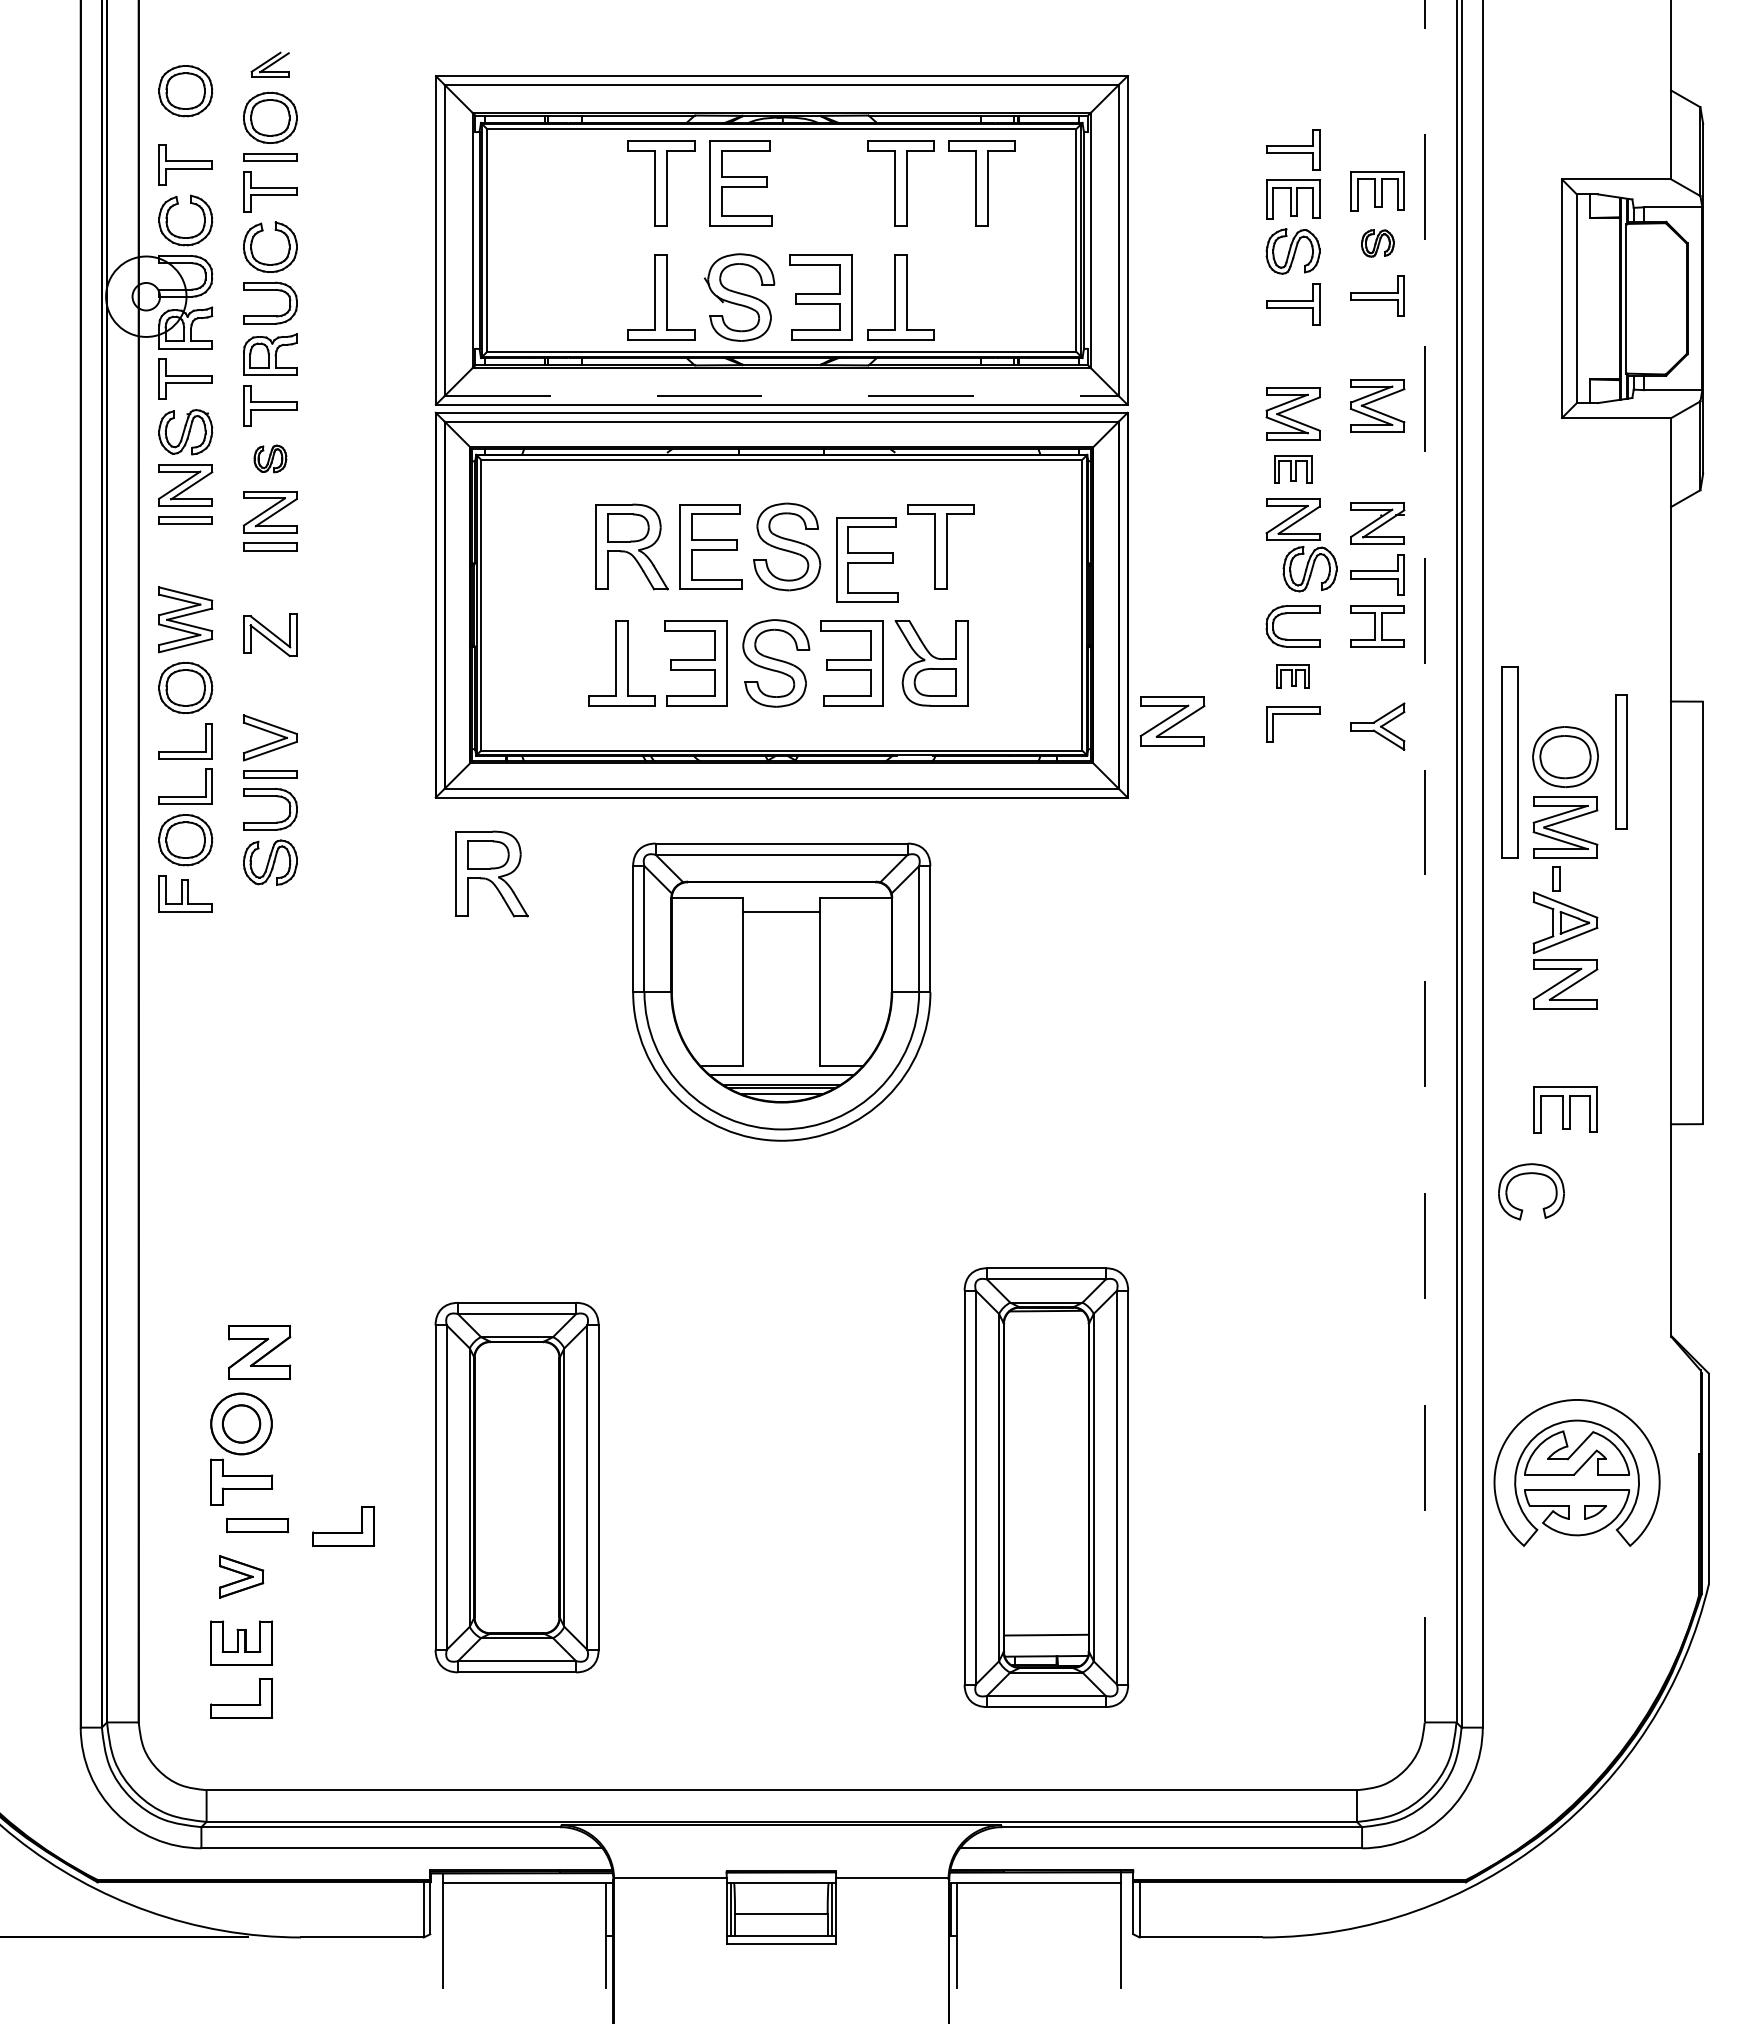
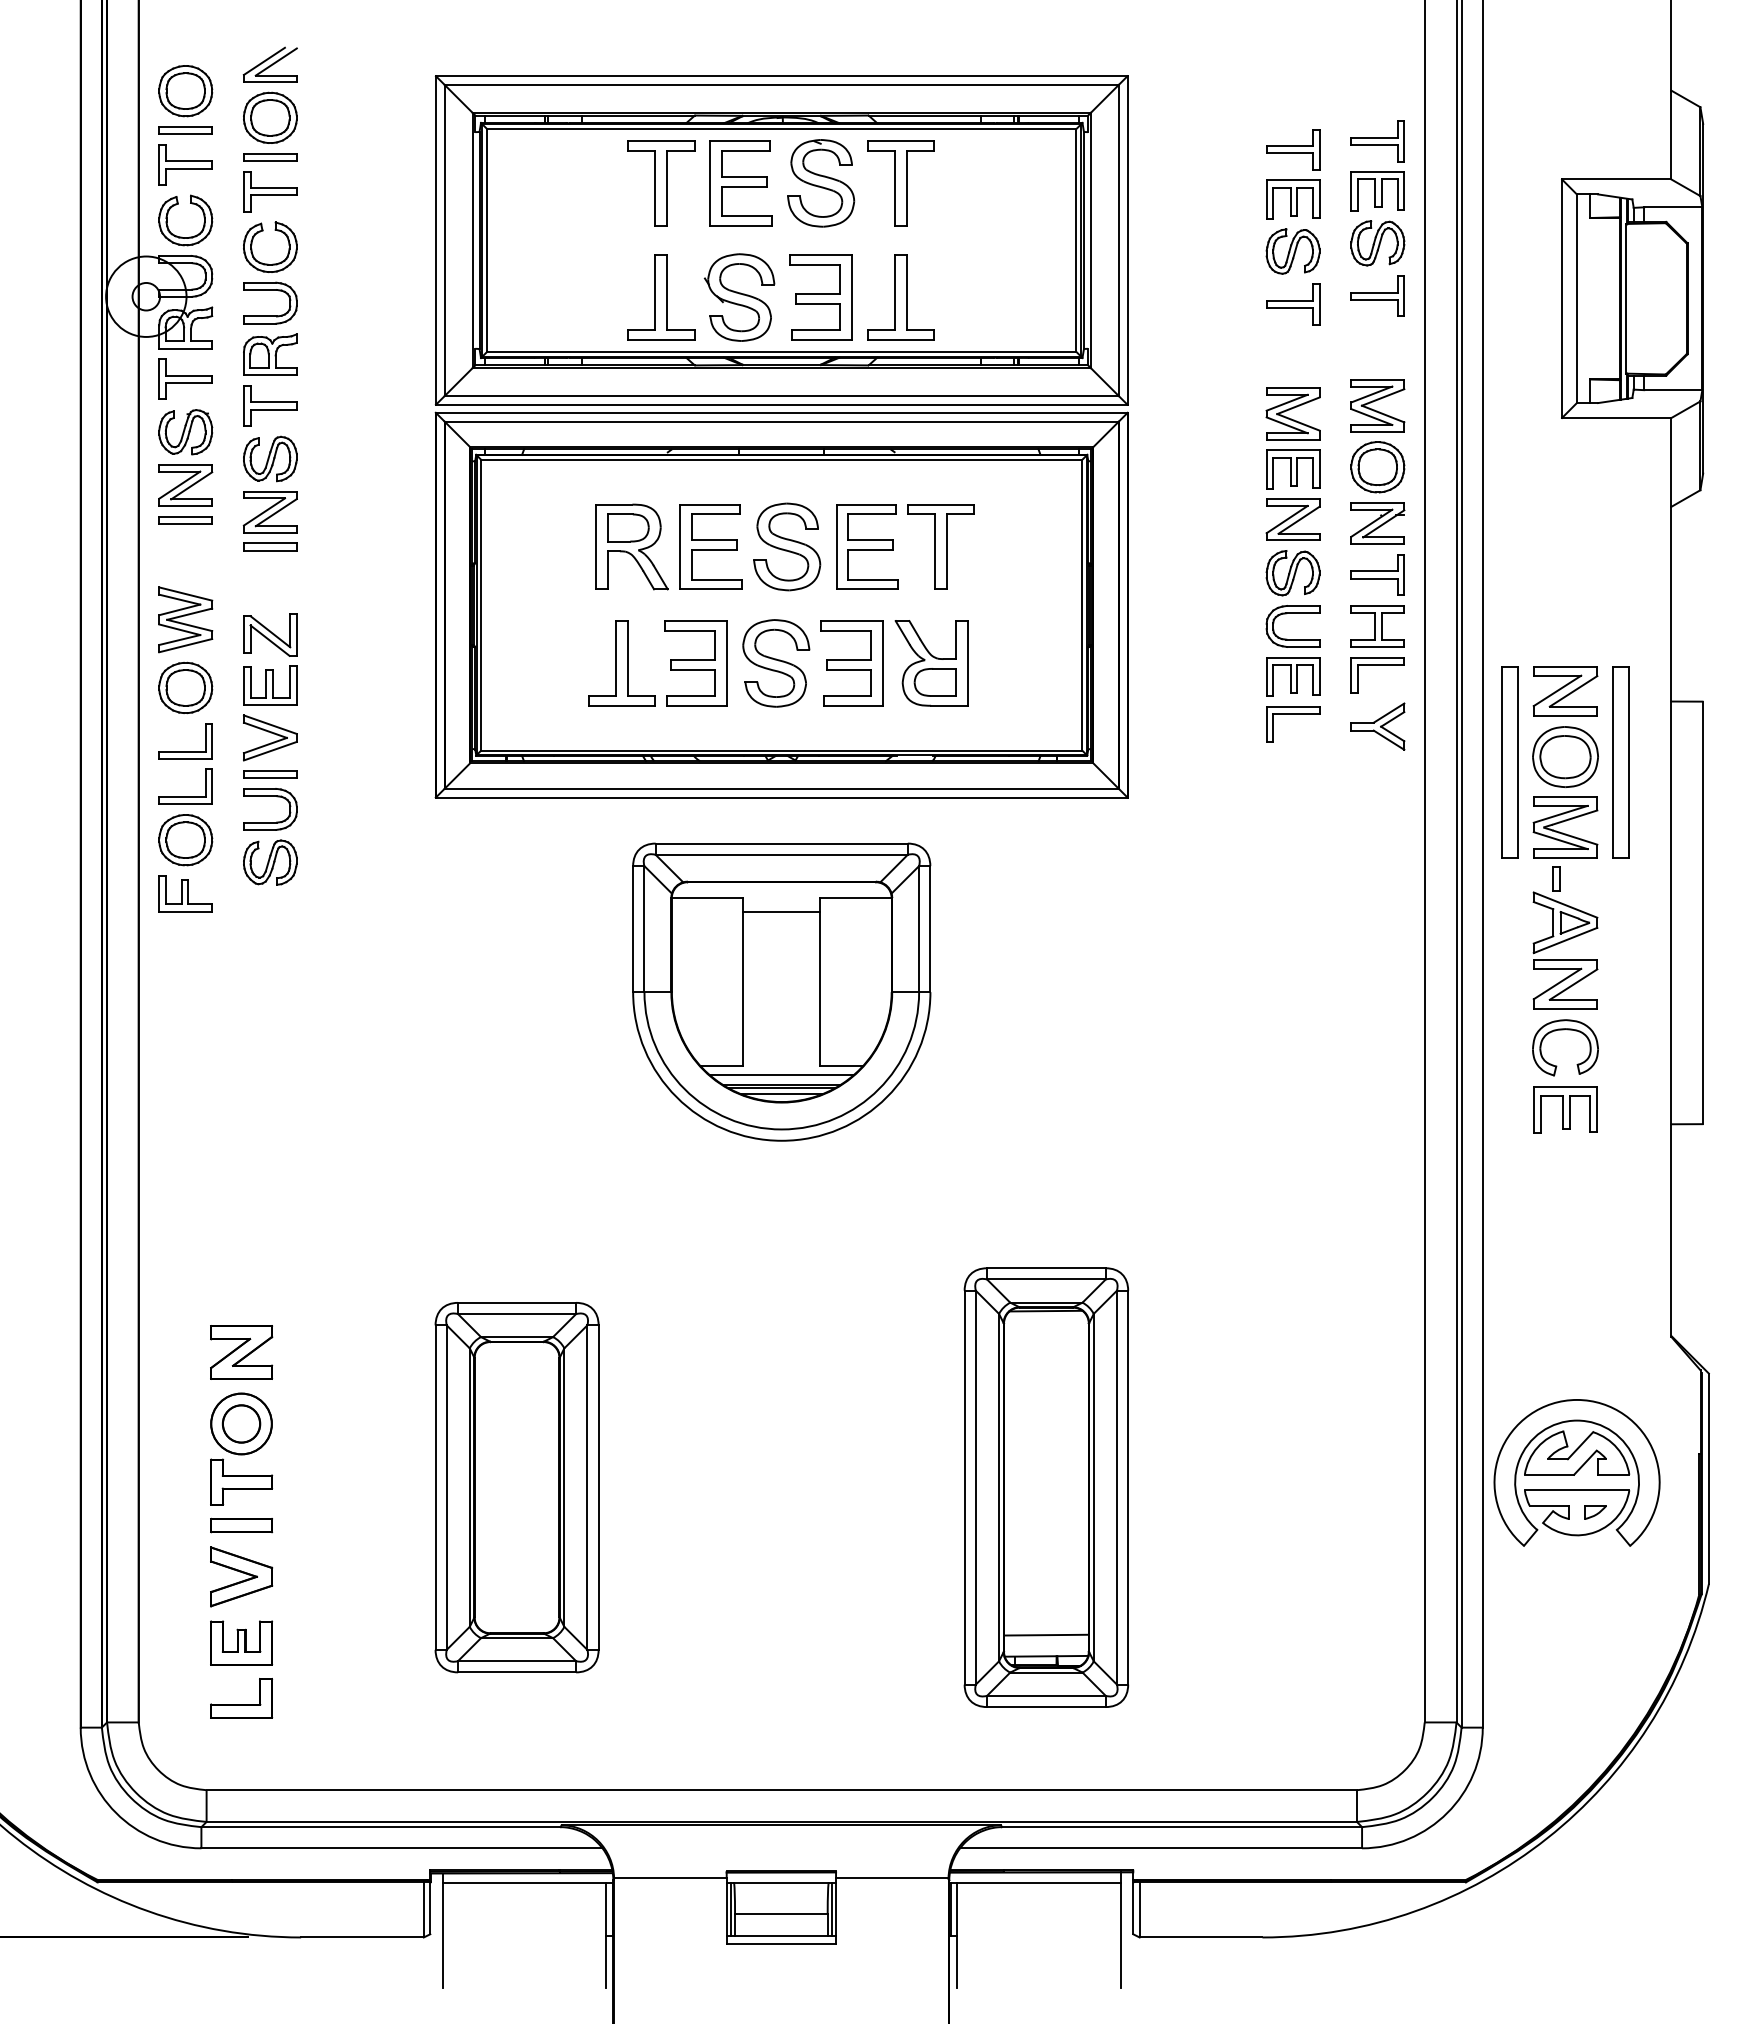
part at (269, 64) size: 40x27 px -> 56x37 px
part at (185, 130): none -> present
part at (1377, 141): none -> present
part at (821, 183): none -> present
part at (981, 183): present -> none
part at (1377, 243) size: 34x29 px -> 56x47 px
line at (781, 396): dashed -> solid
part at (270, 458) size: 35x30 px -> 55x48 px
part at (1377, 467): none -> present
part at (1293, 469) size: 39x29 px -> 55x41 px
part at (867, 559) position: (867, 559) -> (867, 546)
part at (1309, 569) position: (1309, 569) -> (1292, 573)
part at (1377, 665): none -> present
part at (1292, 676) size: 34x25 px -> 55x40 px
part at (270, 685): none -> present
part at (1172, 721) position: (1172, 721) -> (1565, 691)
part at (1621, 761) size: 13x136 px -> 18x193 px
line at (1424, 860): dashed -> solid
part at (491, 873): present -> none
part at (1530, 1174) position: (1530, 1174) -> (1564, 1030)
part at (259, 1352) position: (259, 1352) -> (241, 1352)
part at (257, 1525) position: (257, 1525) -> (241, 1525)
part at (343, 1526): present -> none
part at (241, 1576) size: 46x44 px -> 64x62 px
